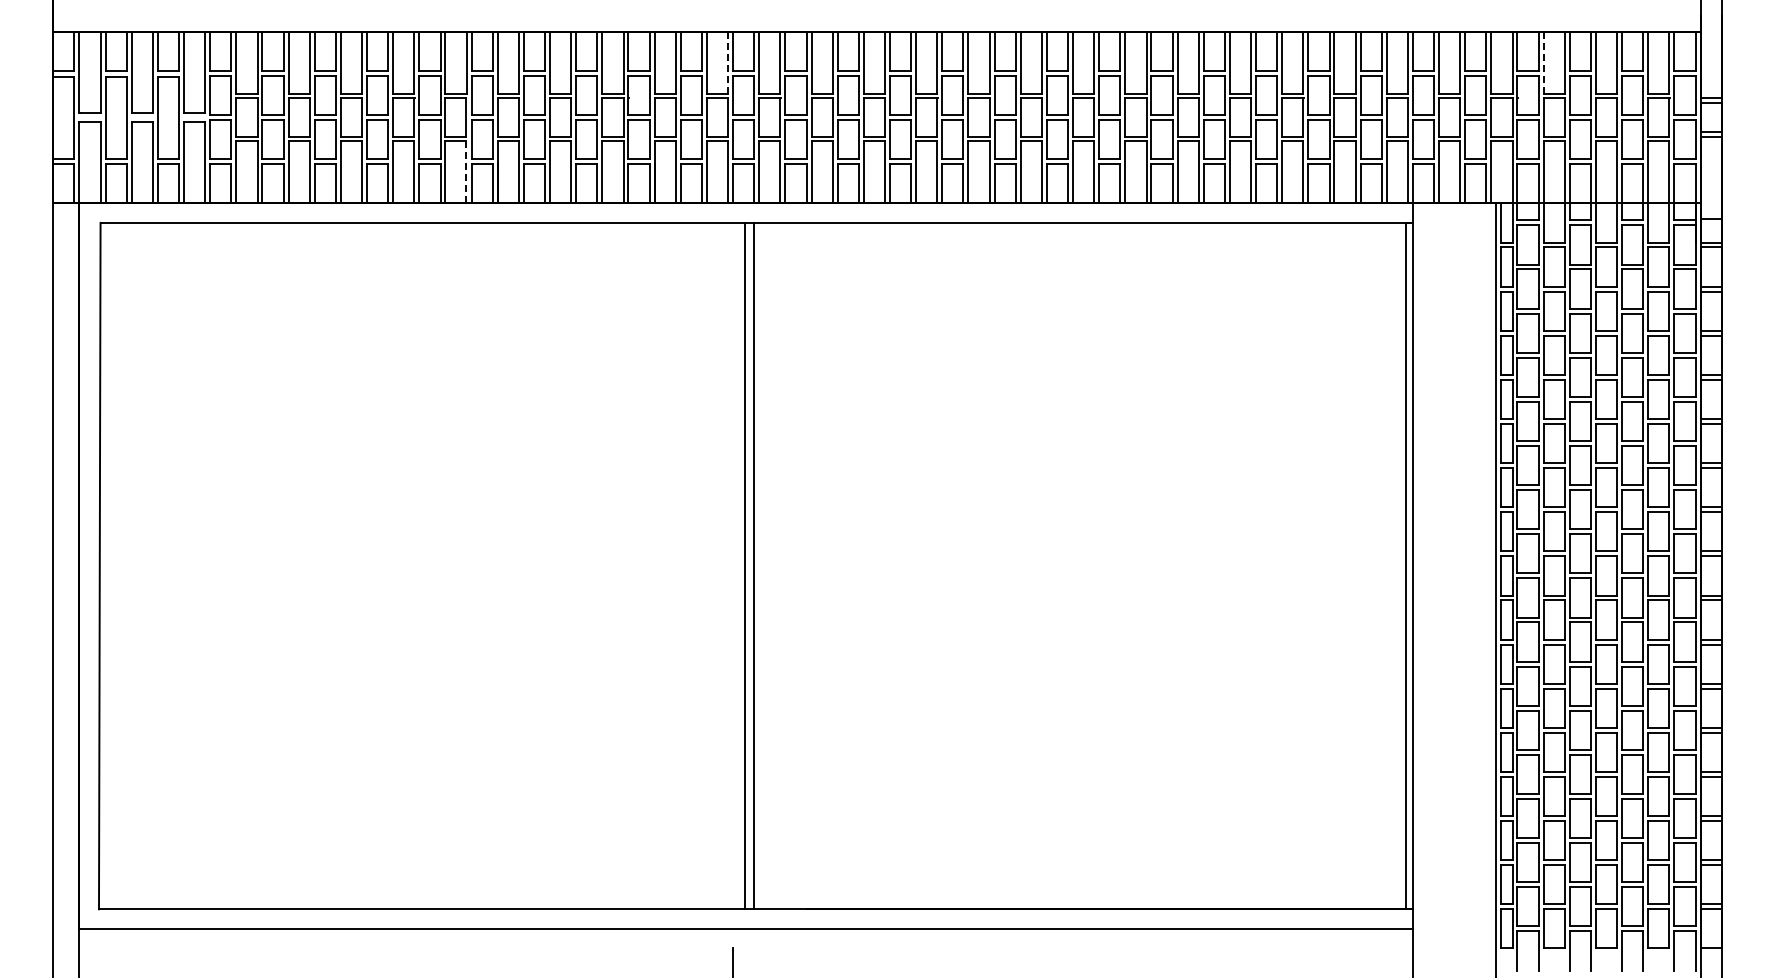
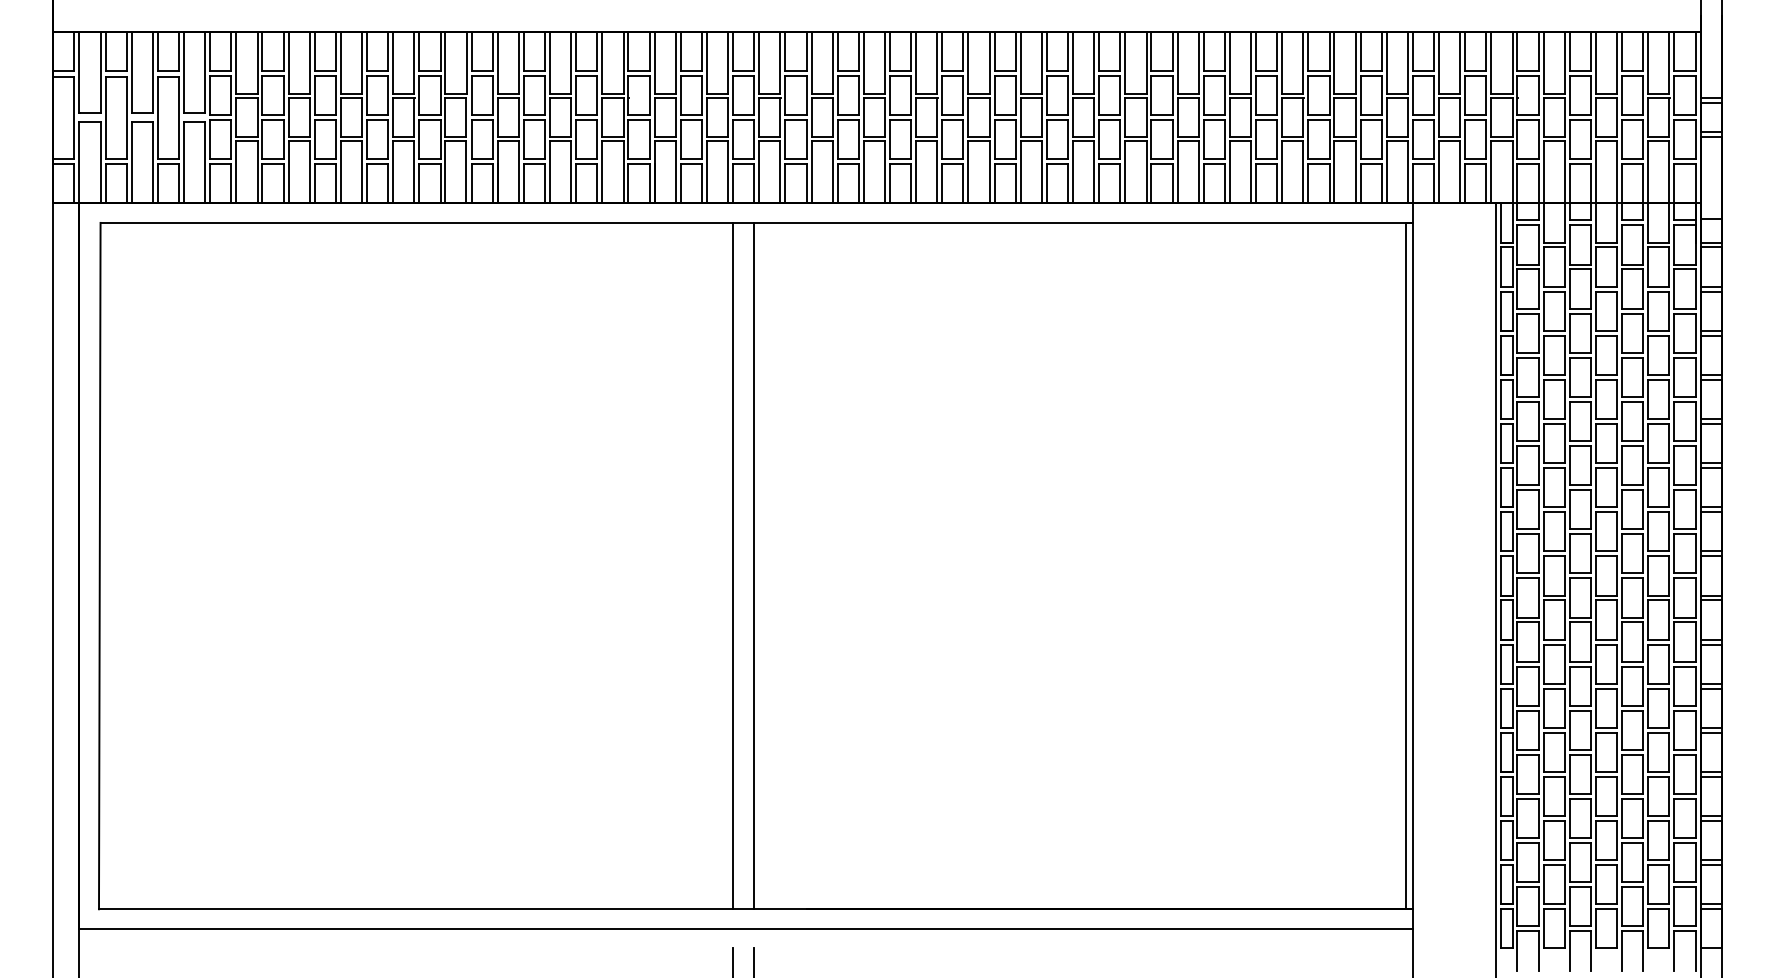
line at (728, 62): dashed -> solid
line at (1543, 63): dashed -> solid
line at (466, 171): dashed -> solid
line at (745, 565) position: (745, 565) -> (733, 565)
line at (754, 961): none -> present
